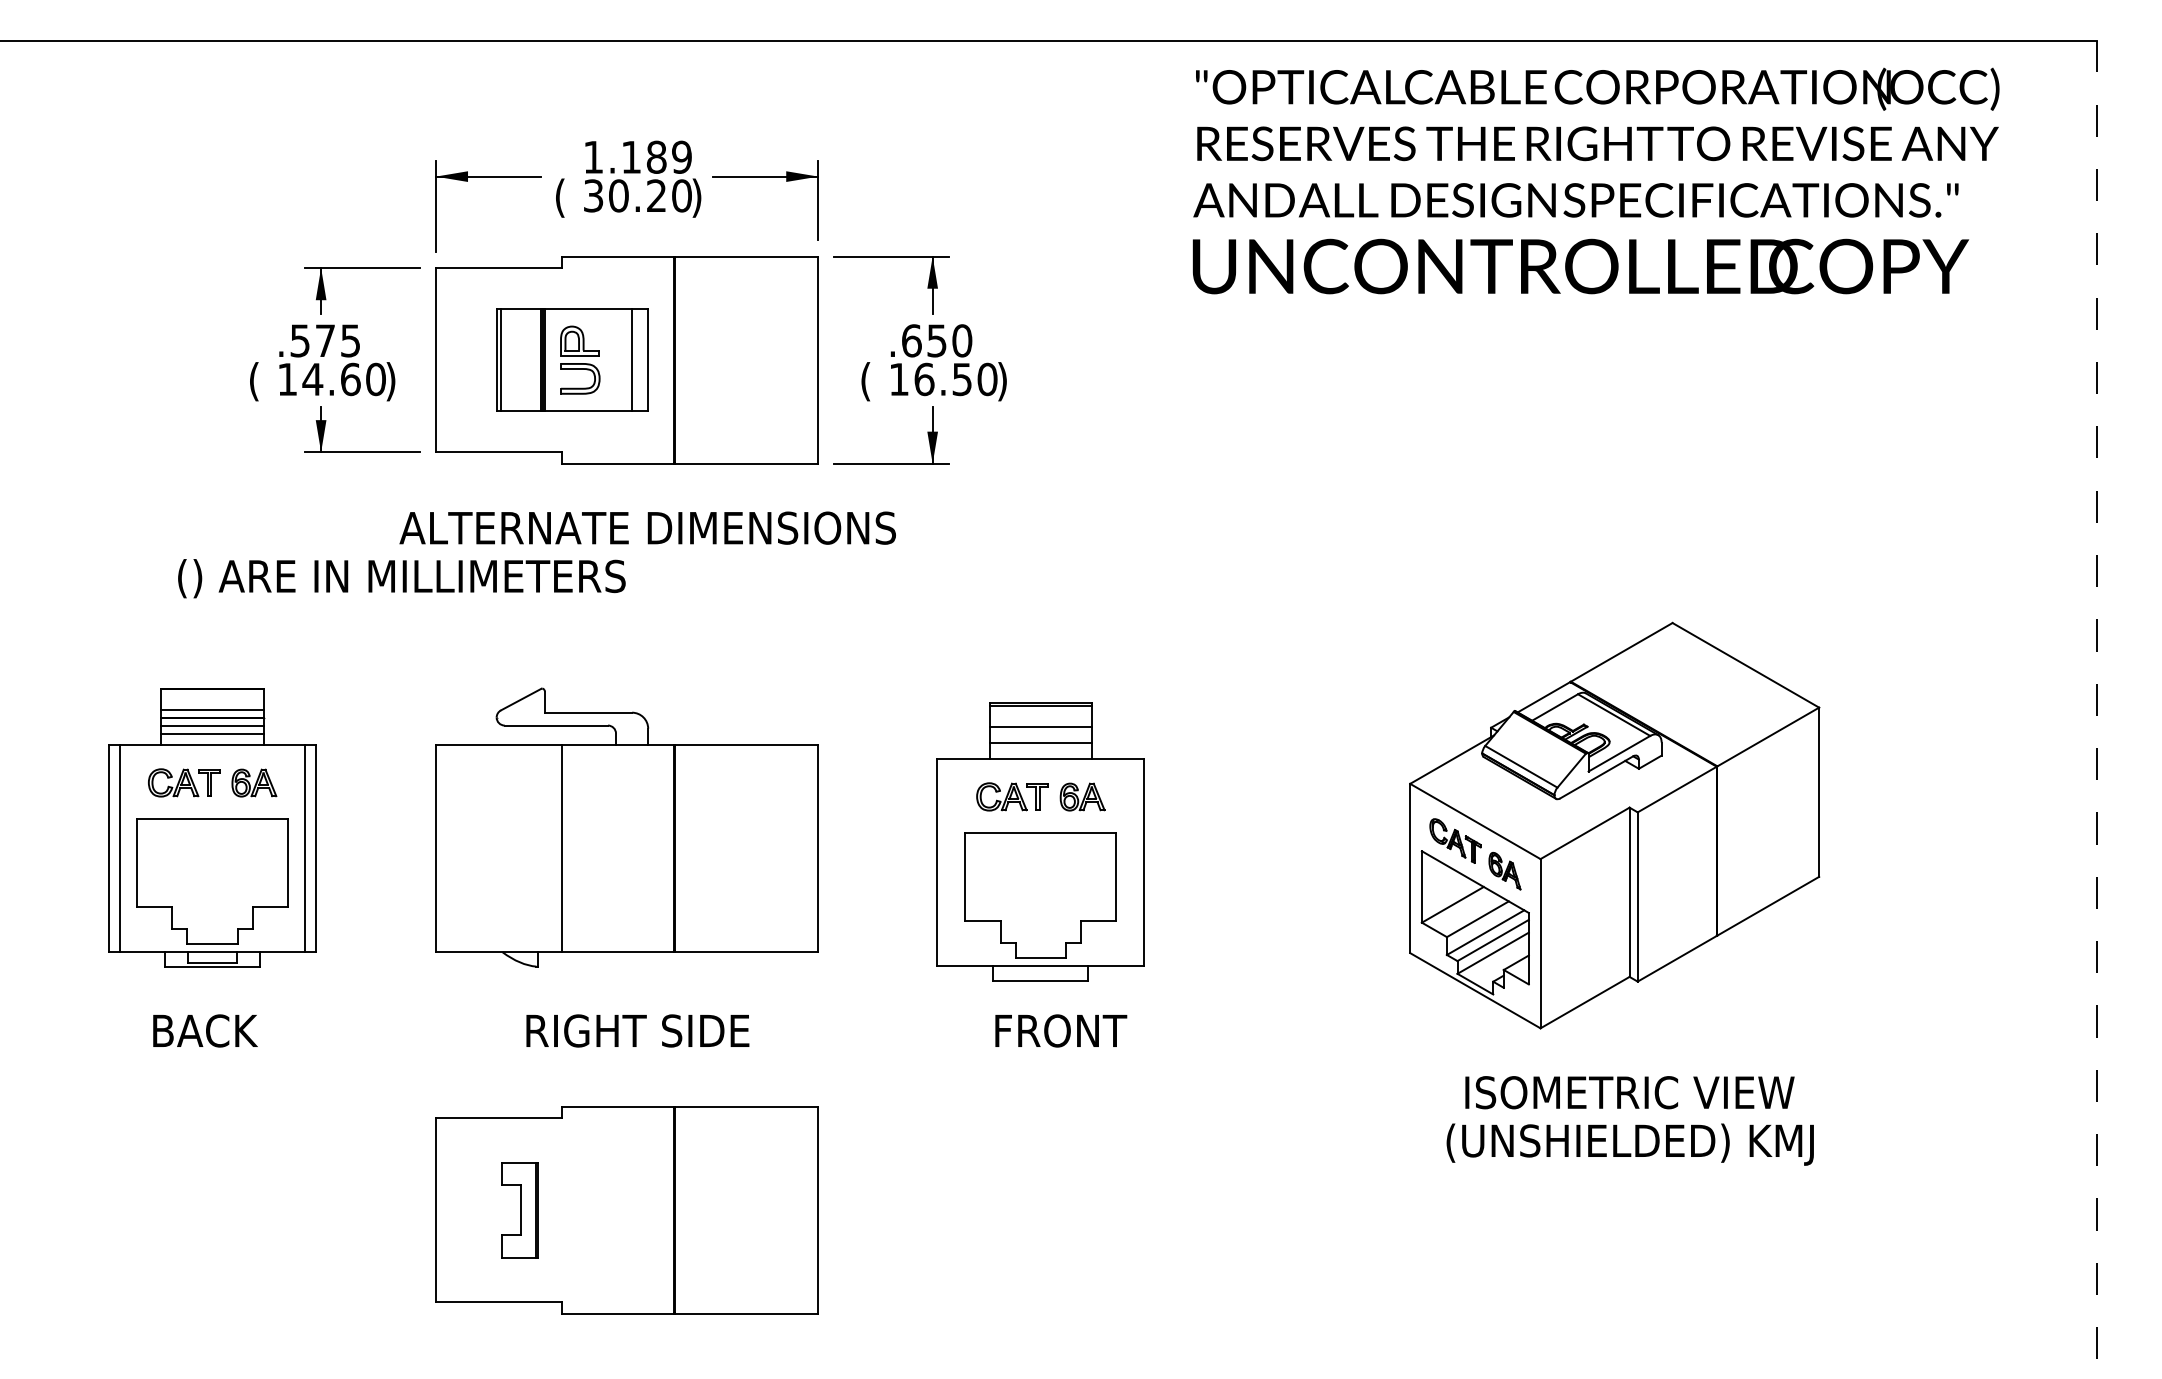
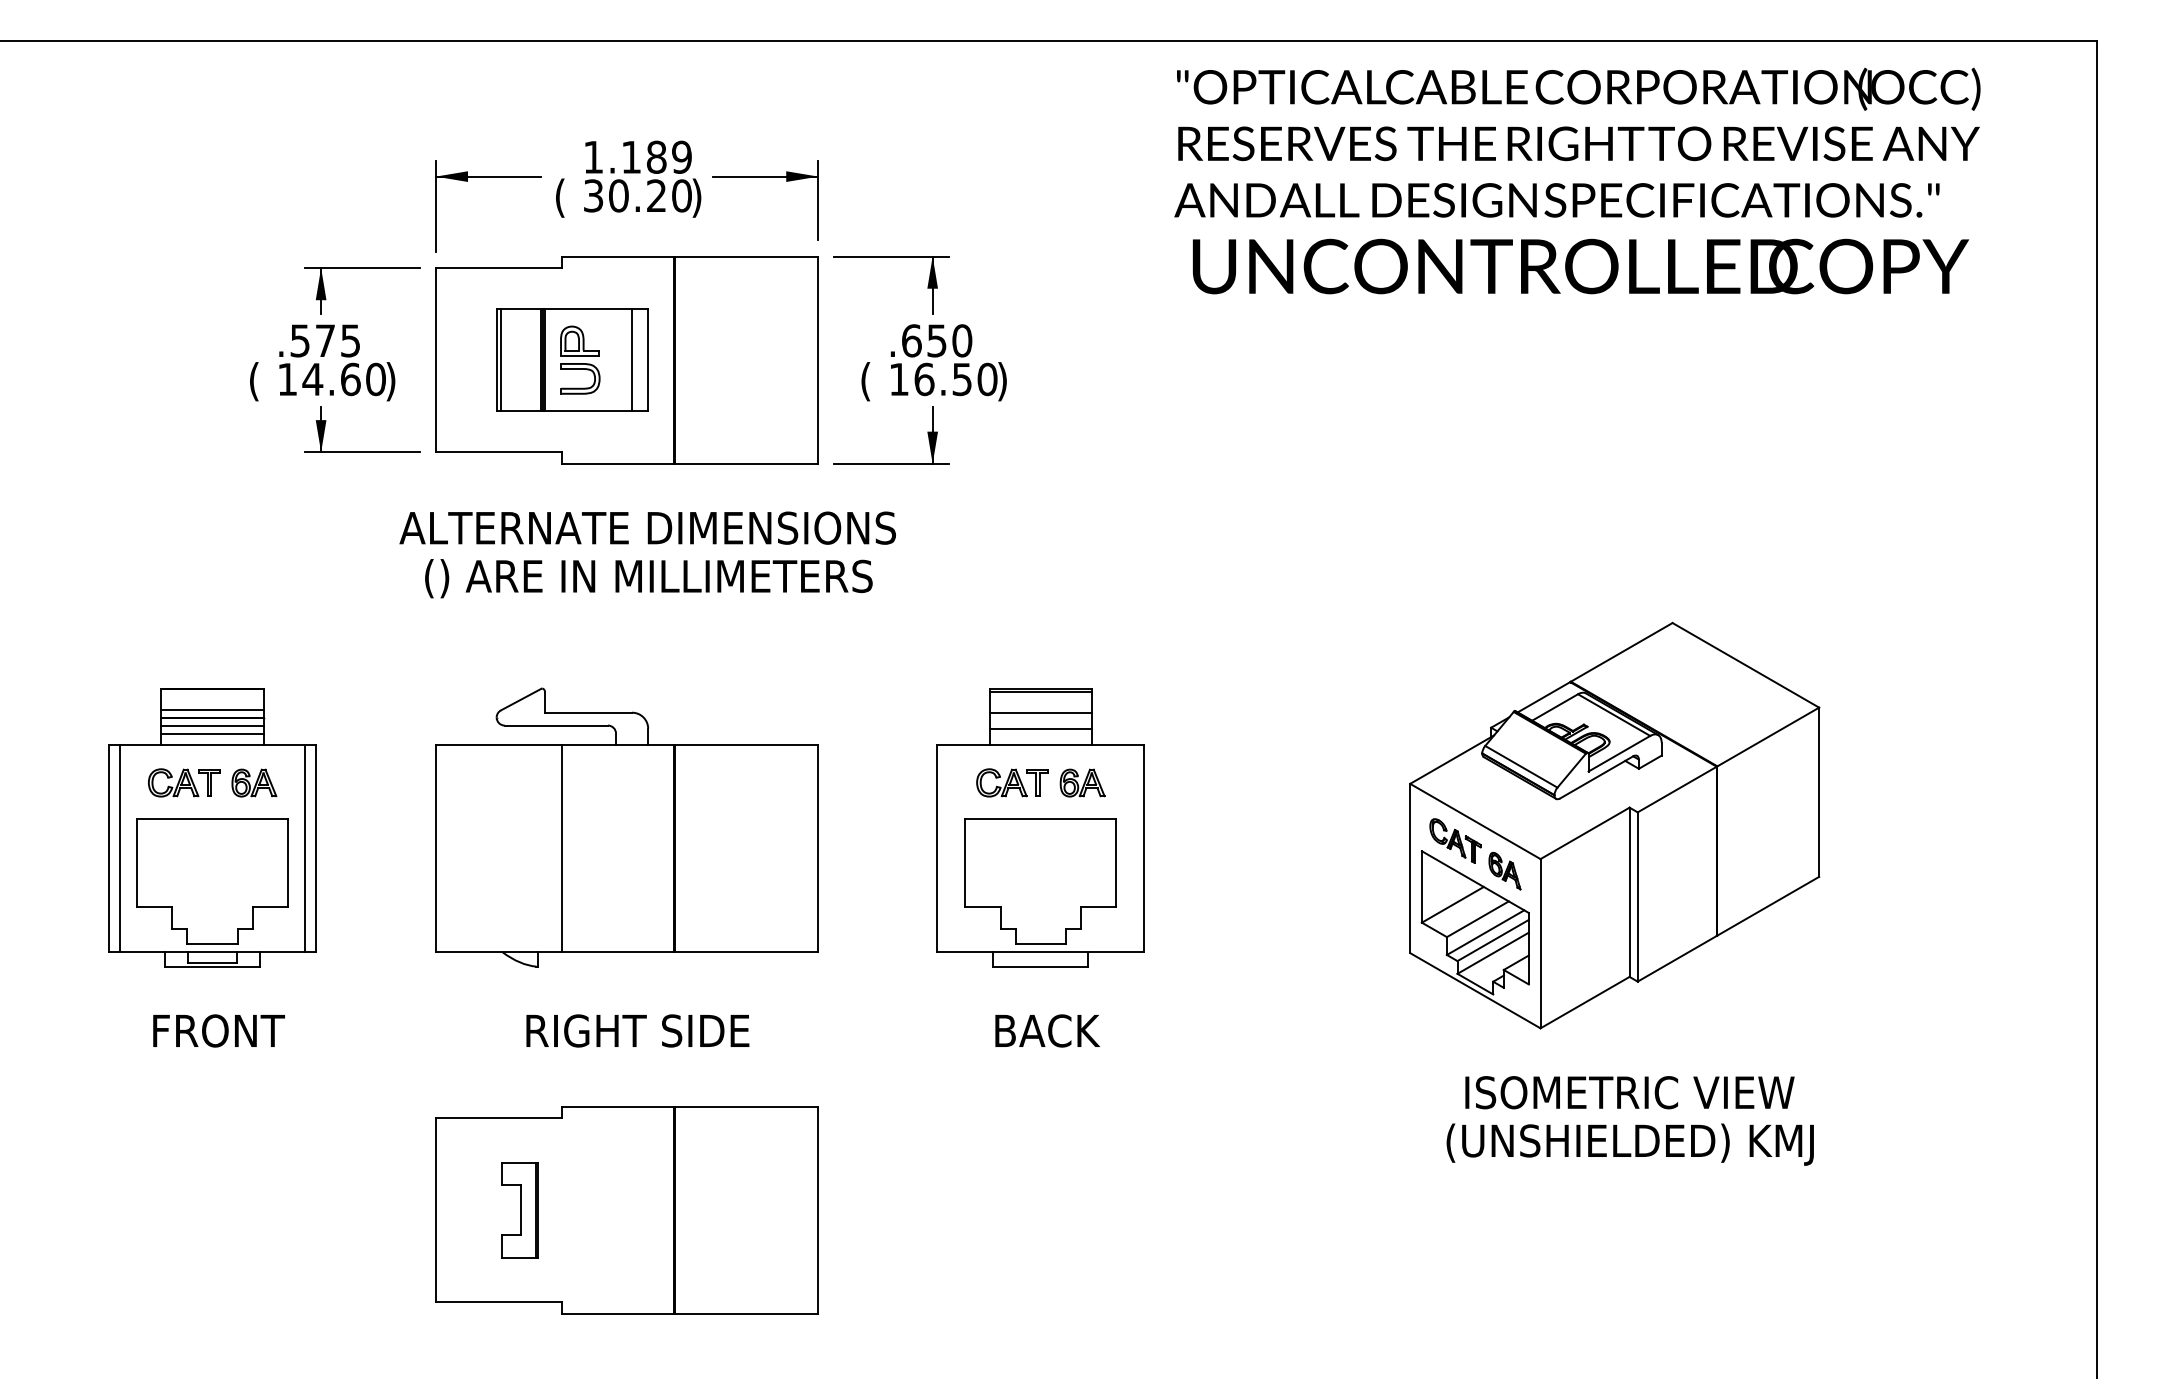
text at (1596, 142) position: (1596, 142) -> (1577, 142)
text at (401, 578) position: (401, 578) -> (648, 578)
line at (2097, 710): dashed -> solid
part at (1040, 841) position: (1040, 841) -> (1040, 827)
text at (220, 1030): BACK -> FRONT
text at (1063, 1030): FRONT -> BACK
